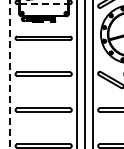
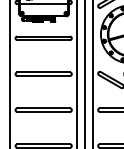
line at (44, 4): dashed -> solid
line at (10, 74): dashed -> solid
